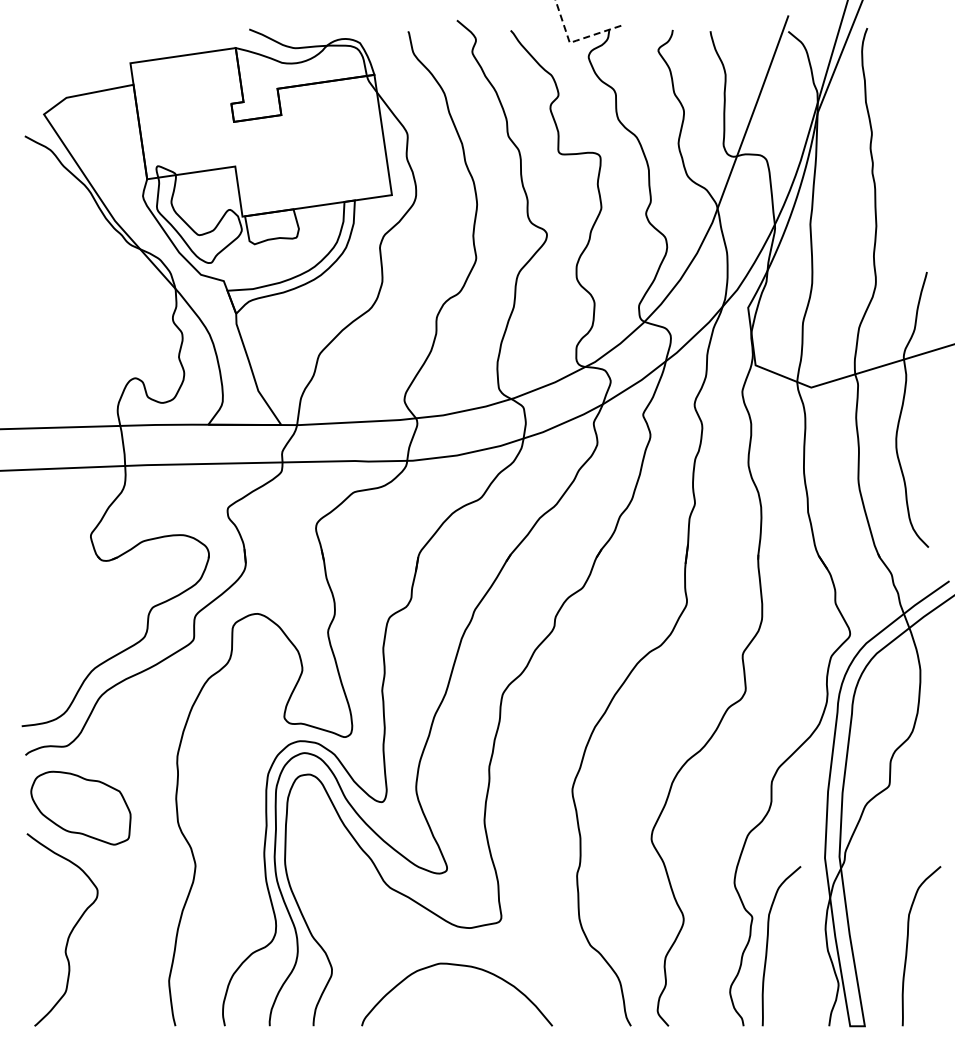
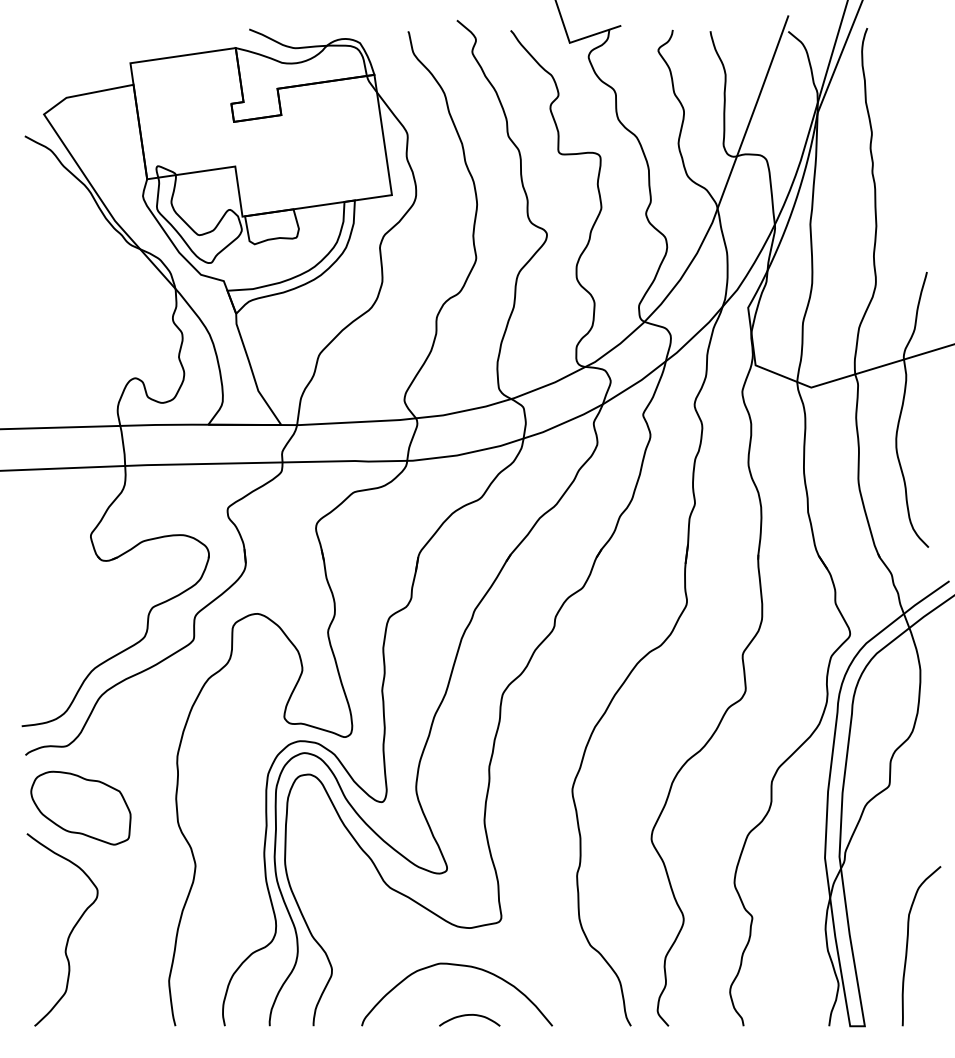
line at (574, 41): dashed -> solid
curve at (768, 943): present -> none
curve at (469, 1015): none -> present
